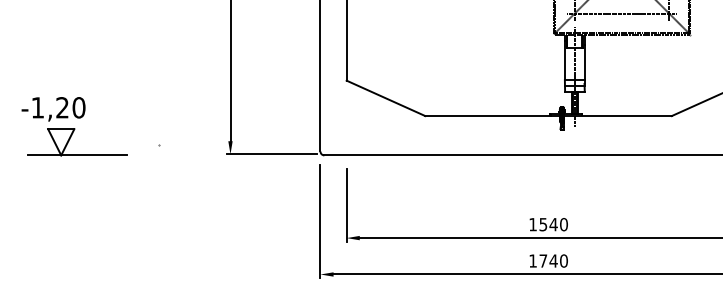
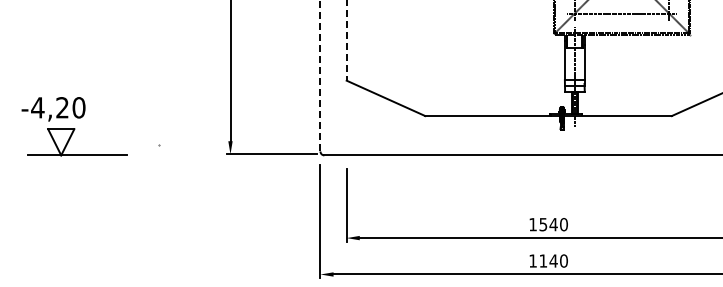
line at (346, 40): solid -> dashed
line at (320, 75): solid -> dashed
text at (37, 107): -1,20 -> -4,20
text at (543, 260): 1740 -> 1140
